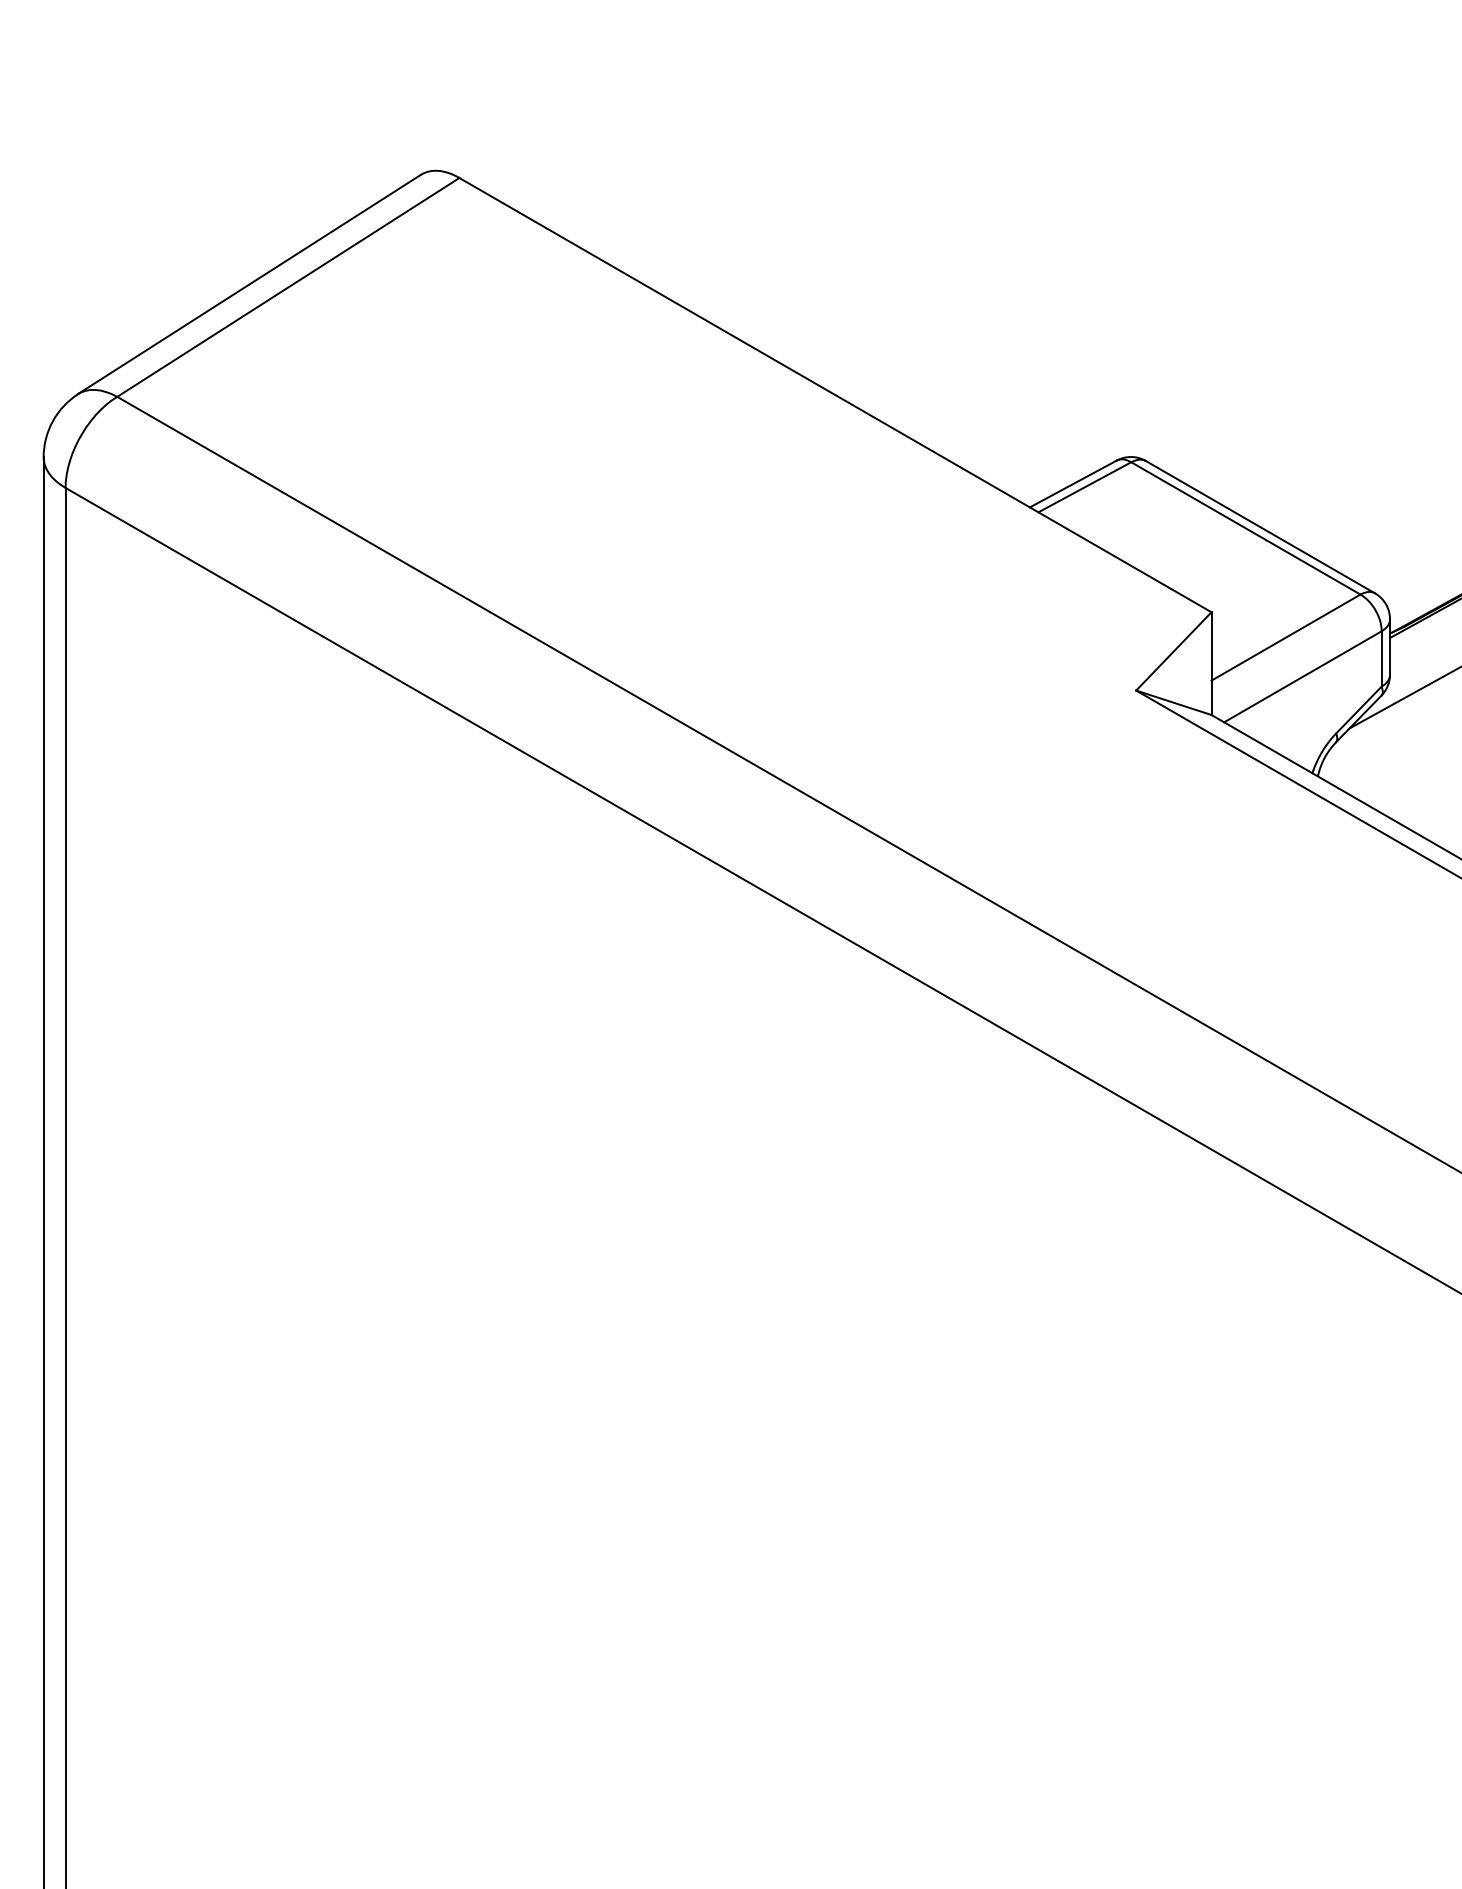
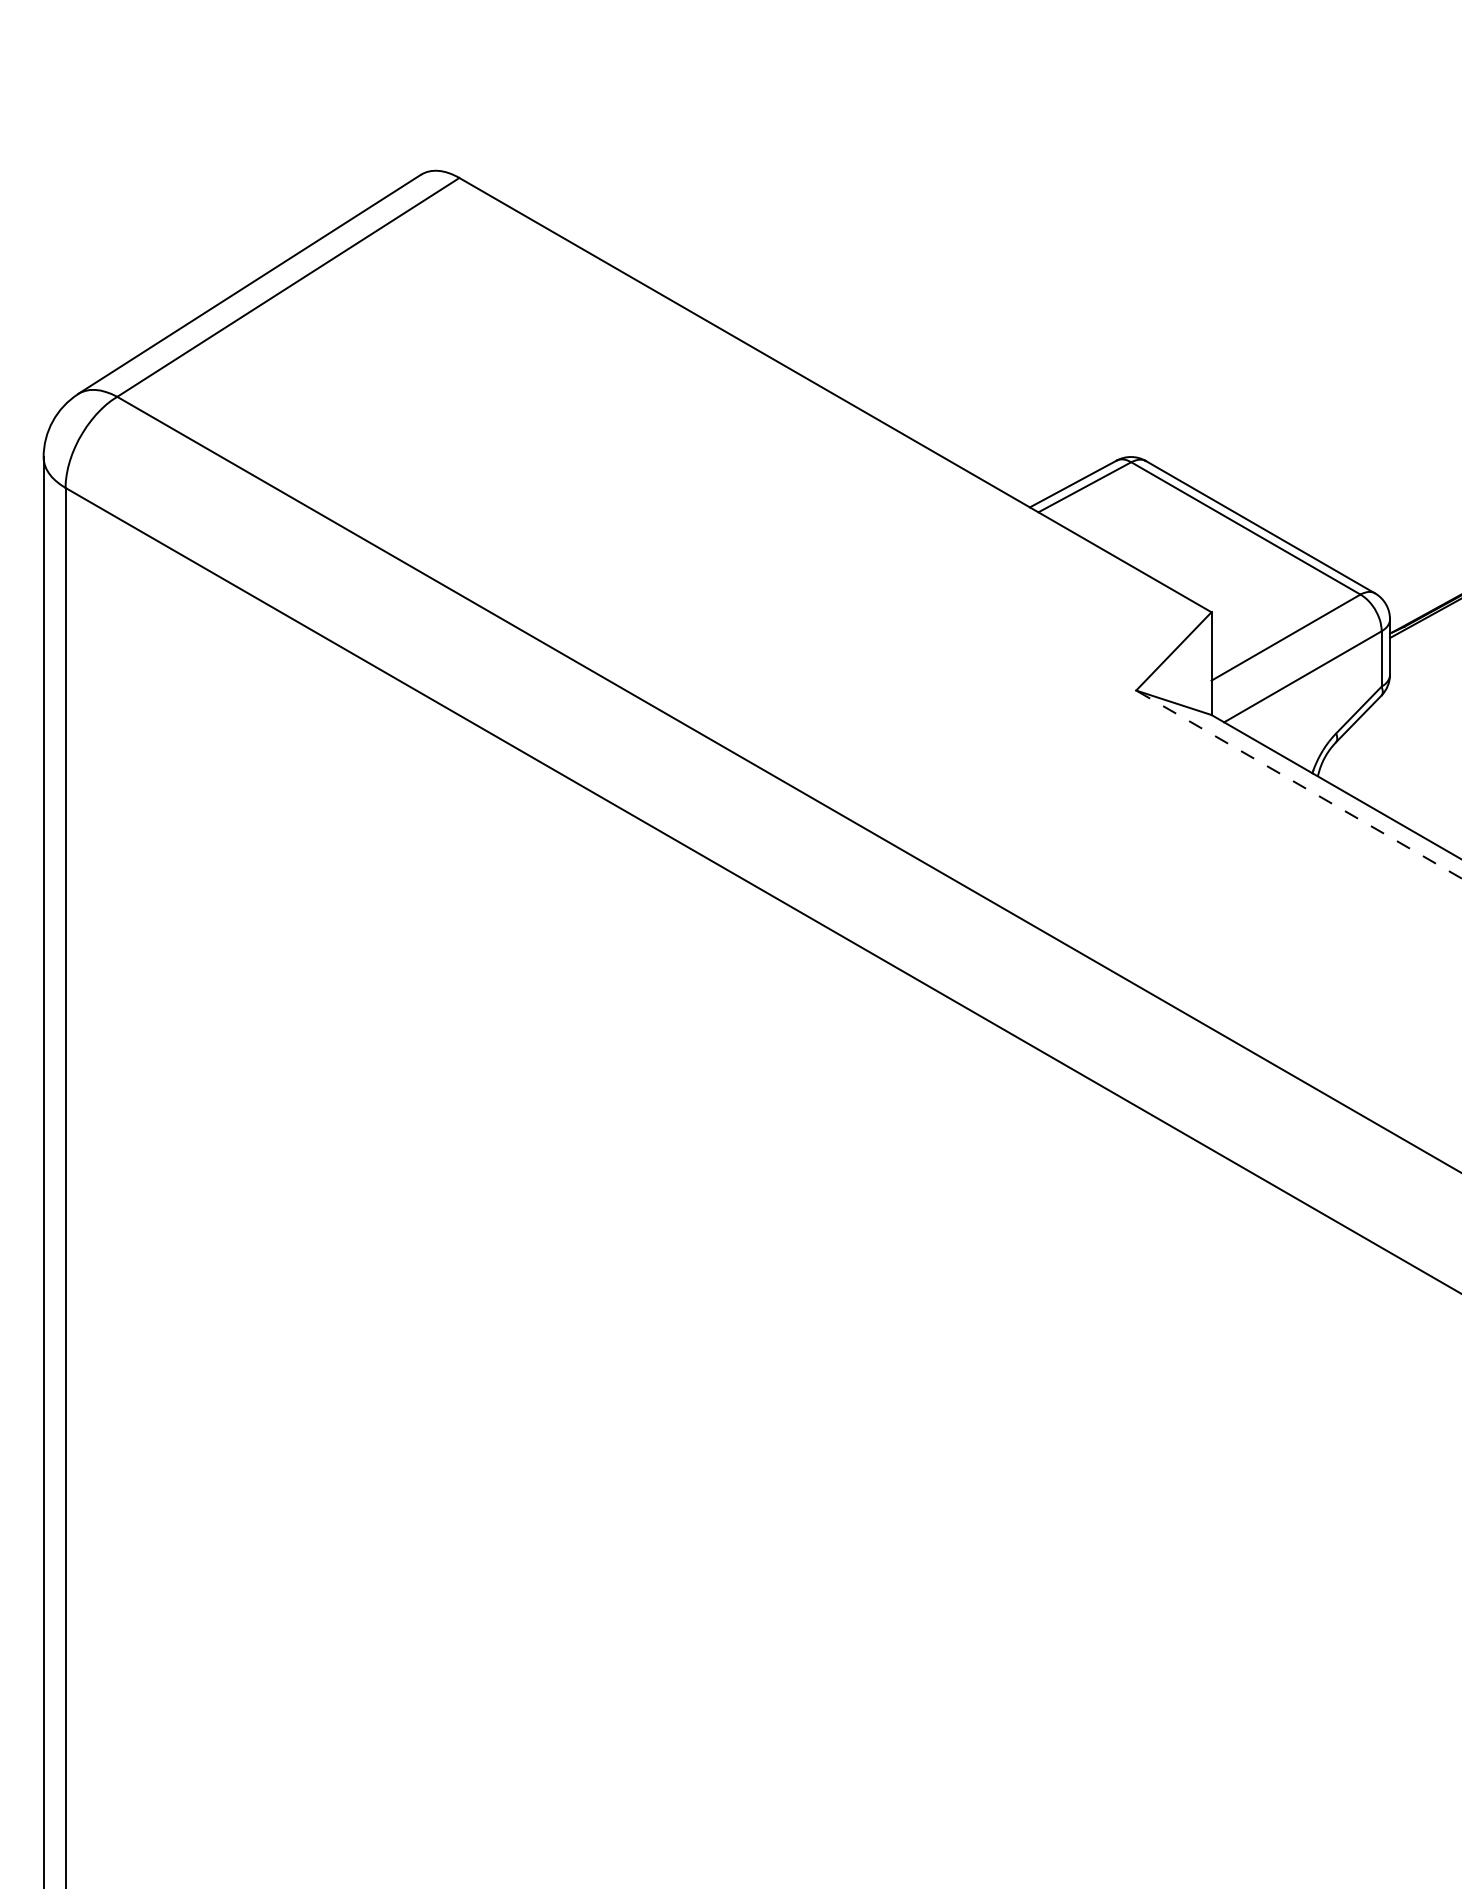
line at (1403, 698): present -> none
line at (1298, 784): solid -> dashed
